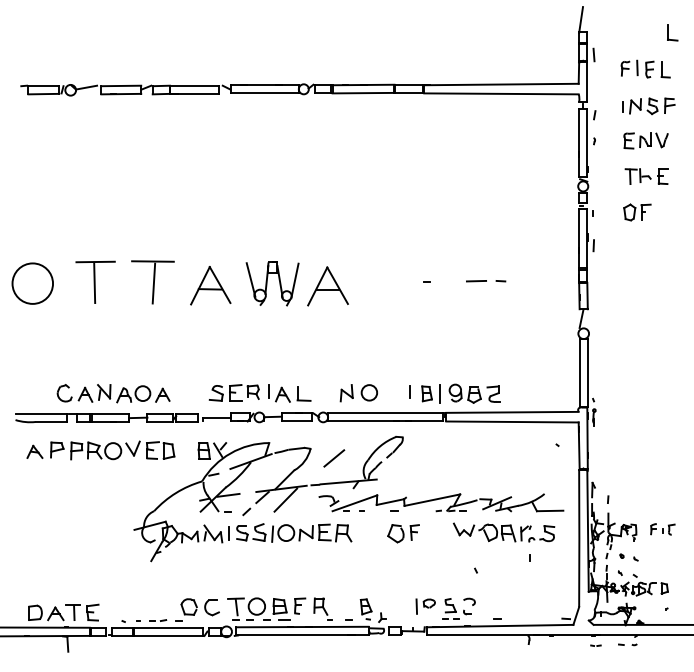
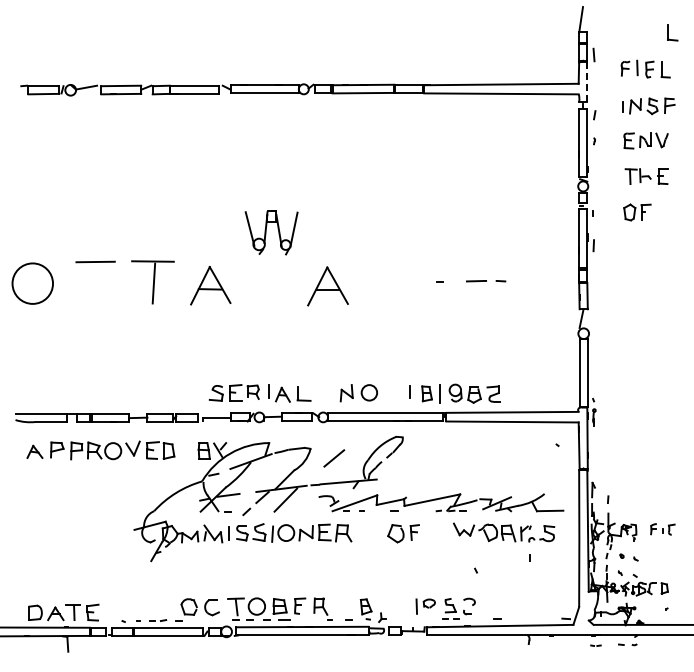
line at (587, 81): solid -> dashed
line at (426, 281) position: (426, 281) -> (439, 281)
line at (94, 283): present -> none
part at (272, 283) position: (272, 283) -> (271, 232)
part at (113, 393): present -> none
